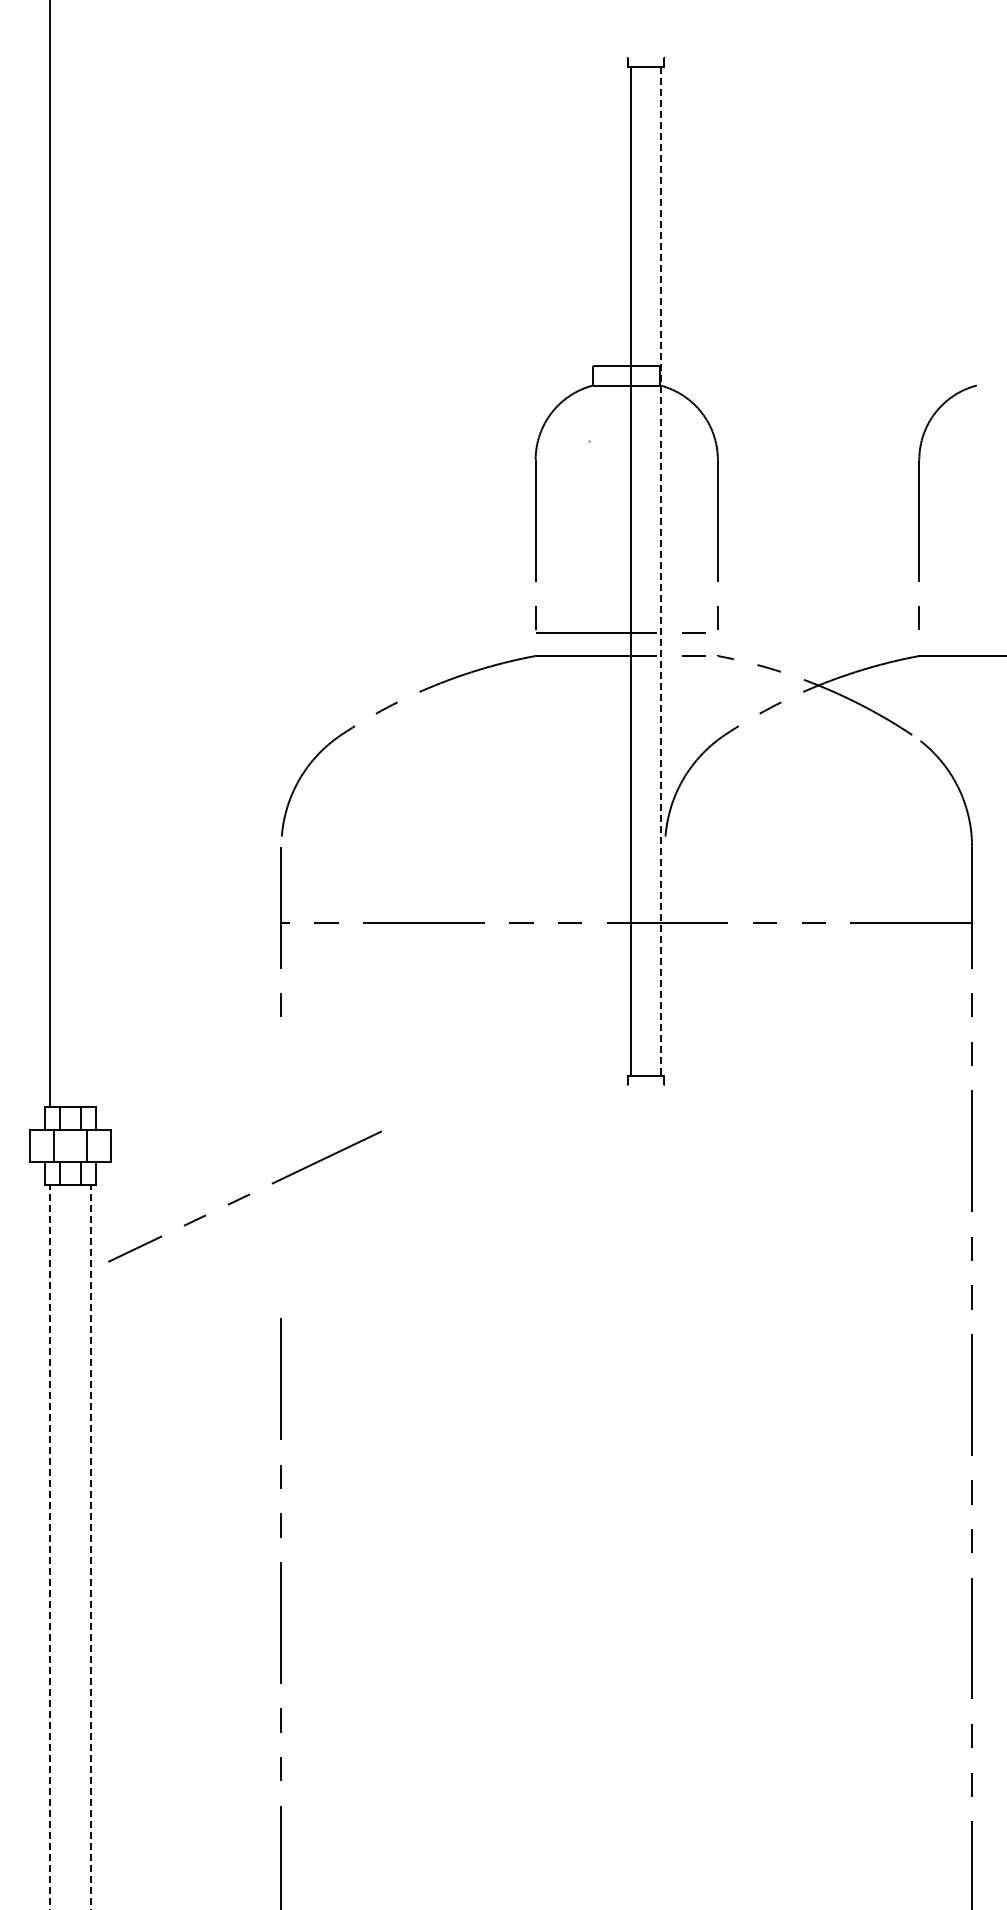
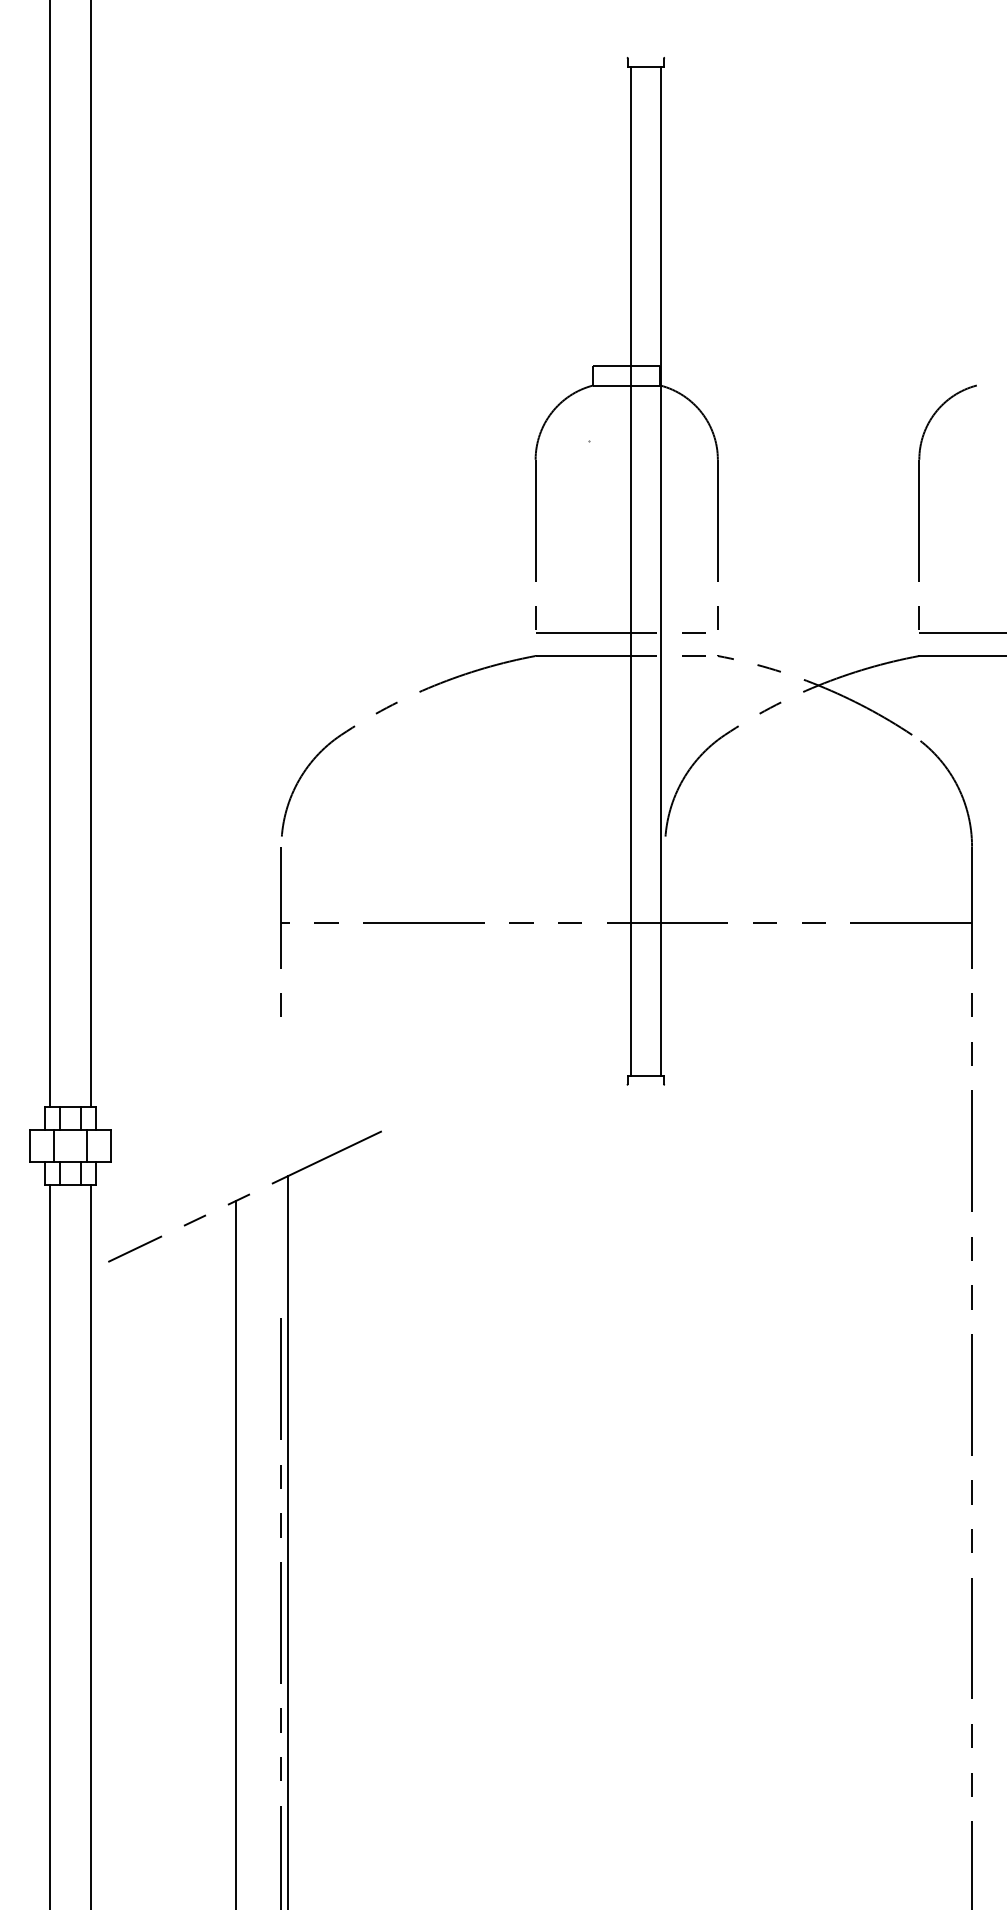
line at (91, 554): none -> present
line at (660, 571): dashed -> solid
line at (961, 632): none -> present
line at (288, 1540): none -> present
line at (49, 1547): dashed -> solid
line at (91, 1547): dashed -> solid
line at (236, 1553): none -> present
